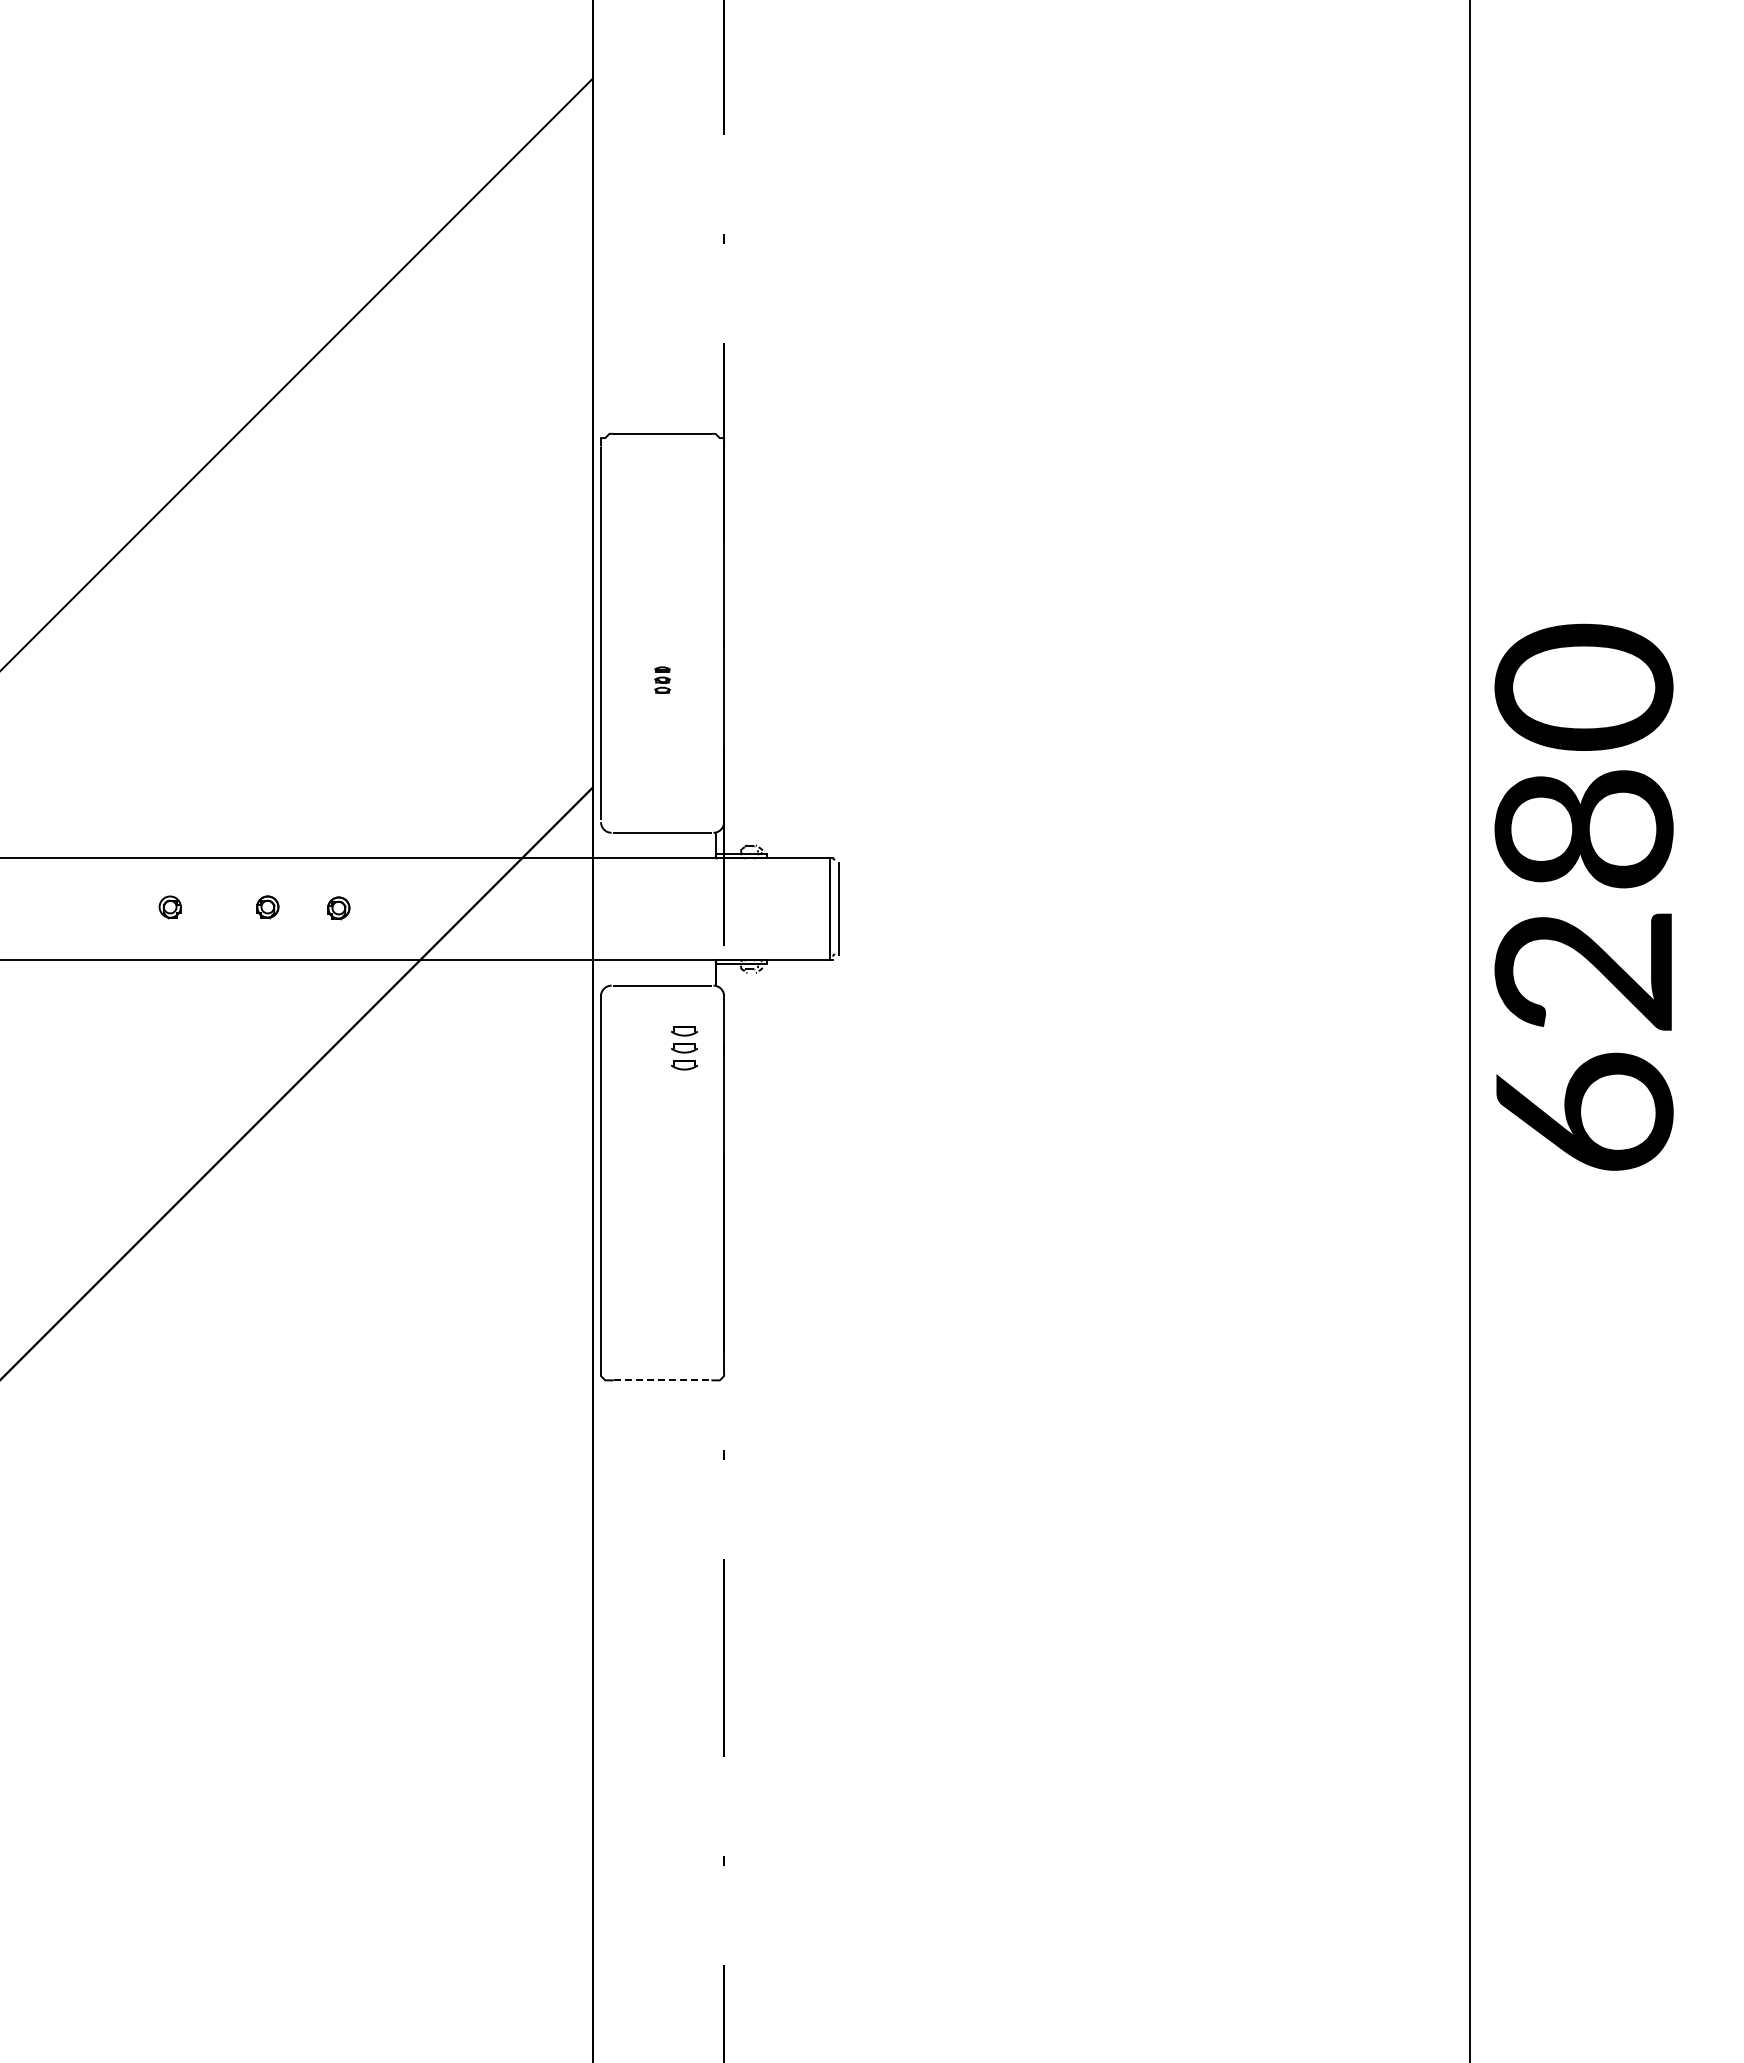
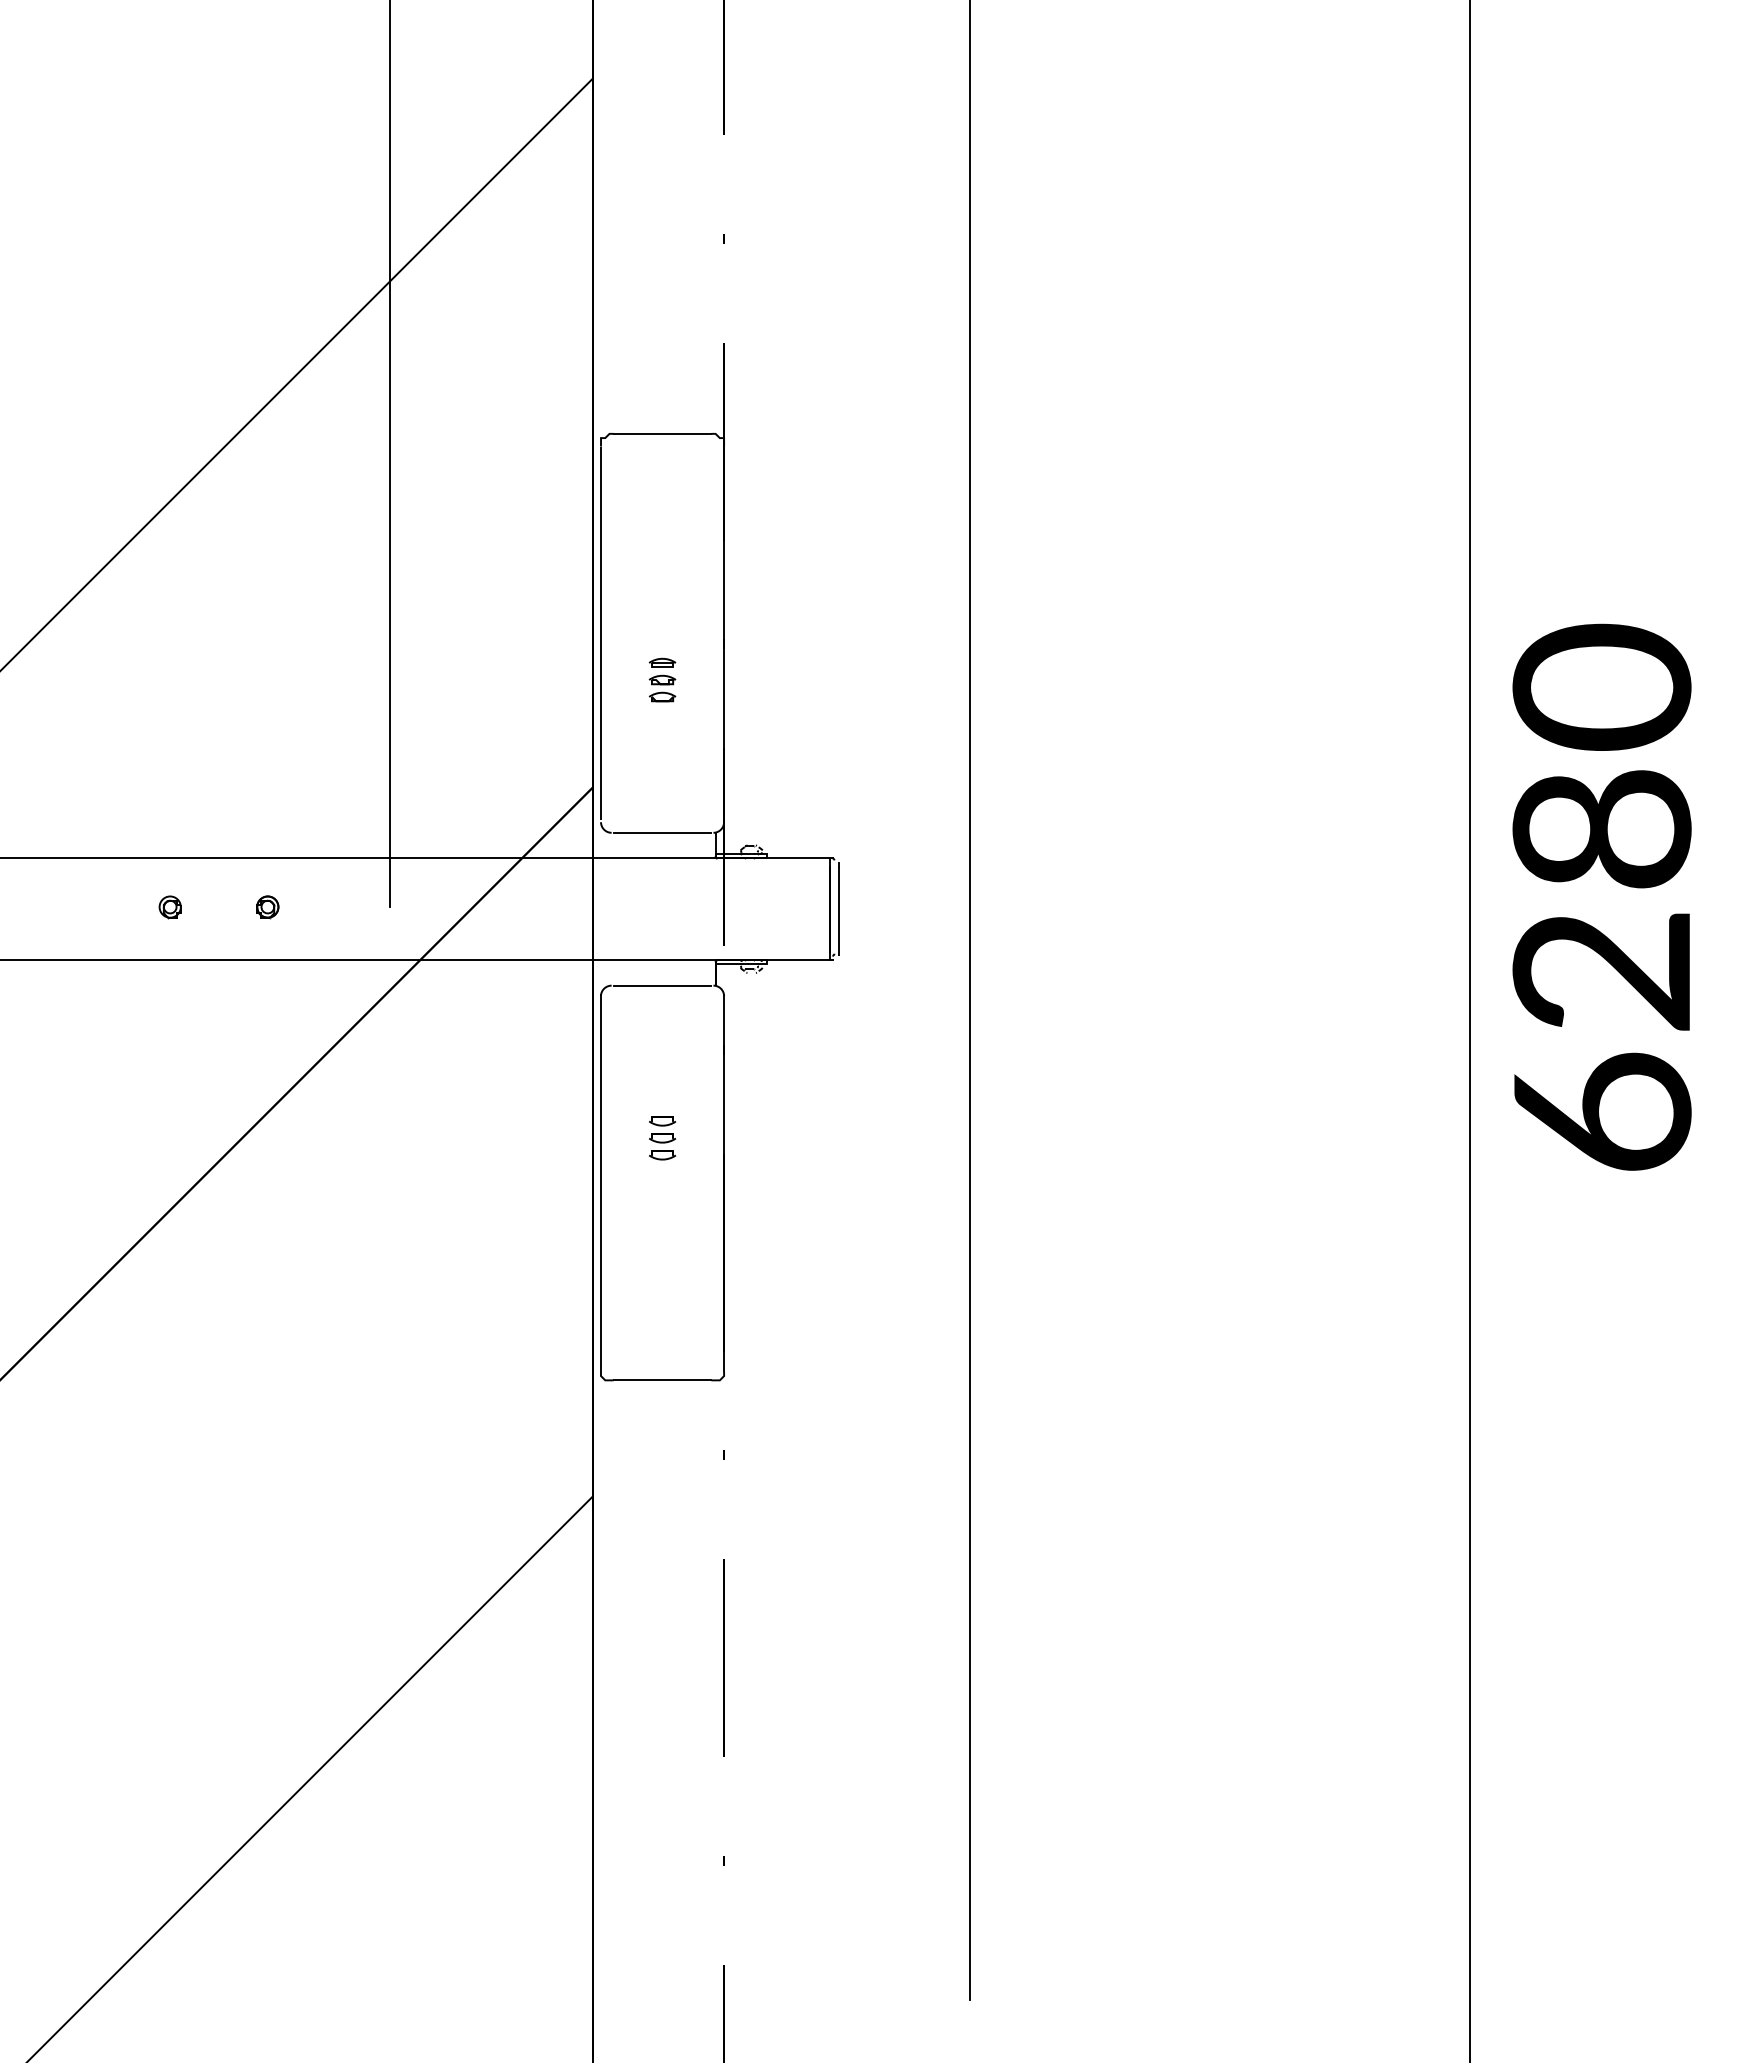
line at (390, 454): none -> present
part at (662, 679) size: 17x28 px -> 29x46 px
text at (1583, 896) position: (1583, 896) -> (1601, 896)
part at (338, 908): present -> none
line at (970, 1000): none -> present
part at (684, 1048) position: (684, 1048) -> (662, 1138)
line at (662, 1380): dashed -> solid
line at (310, 1777): none -> present
